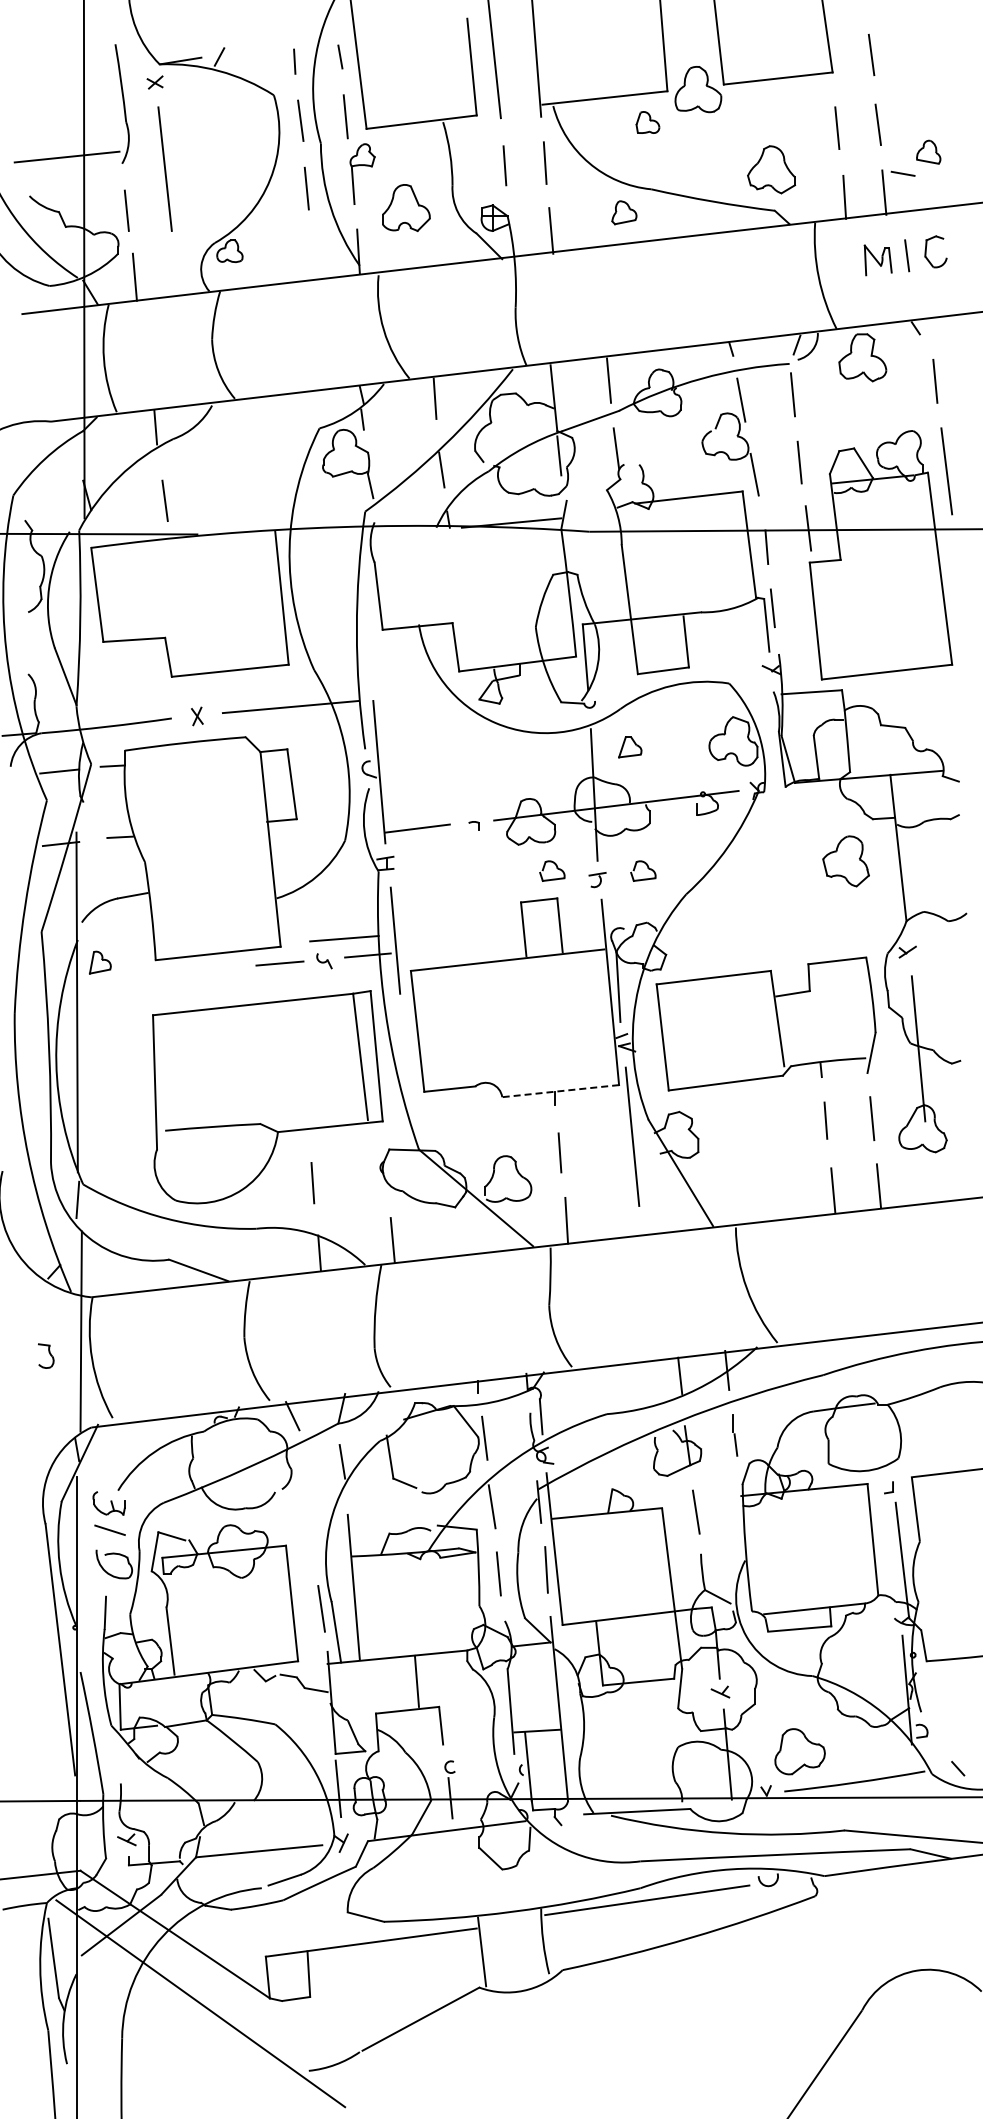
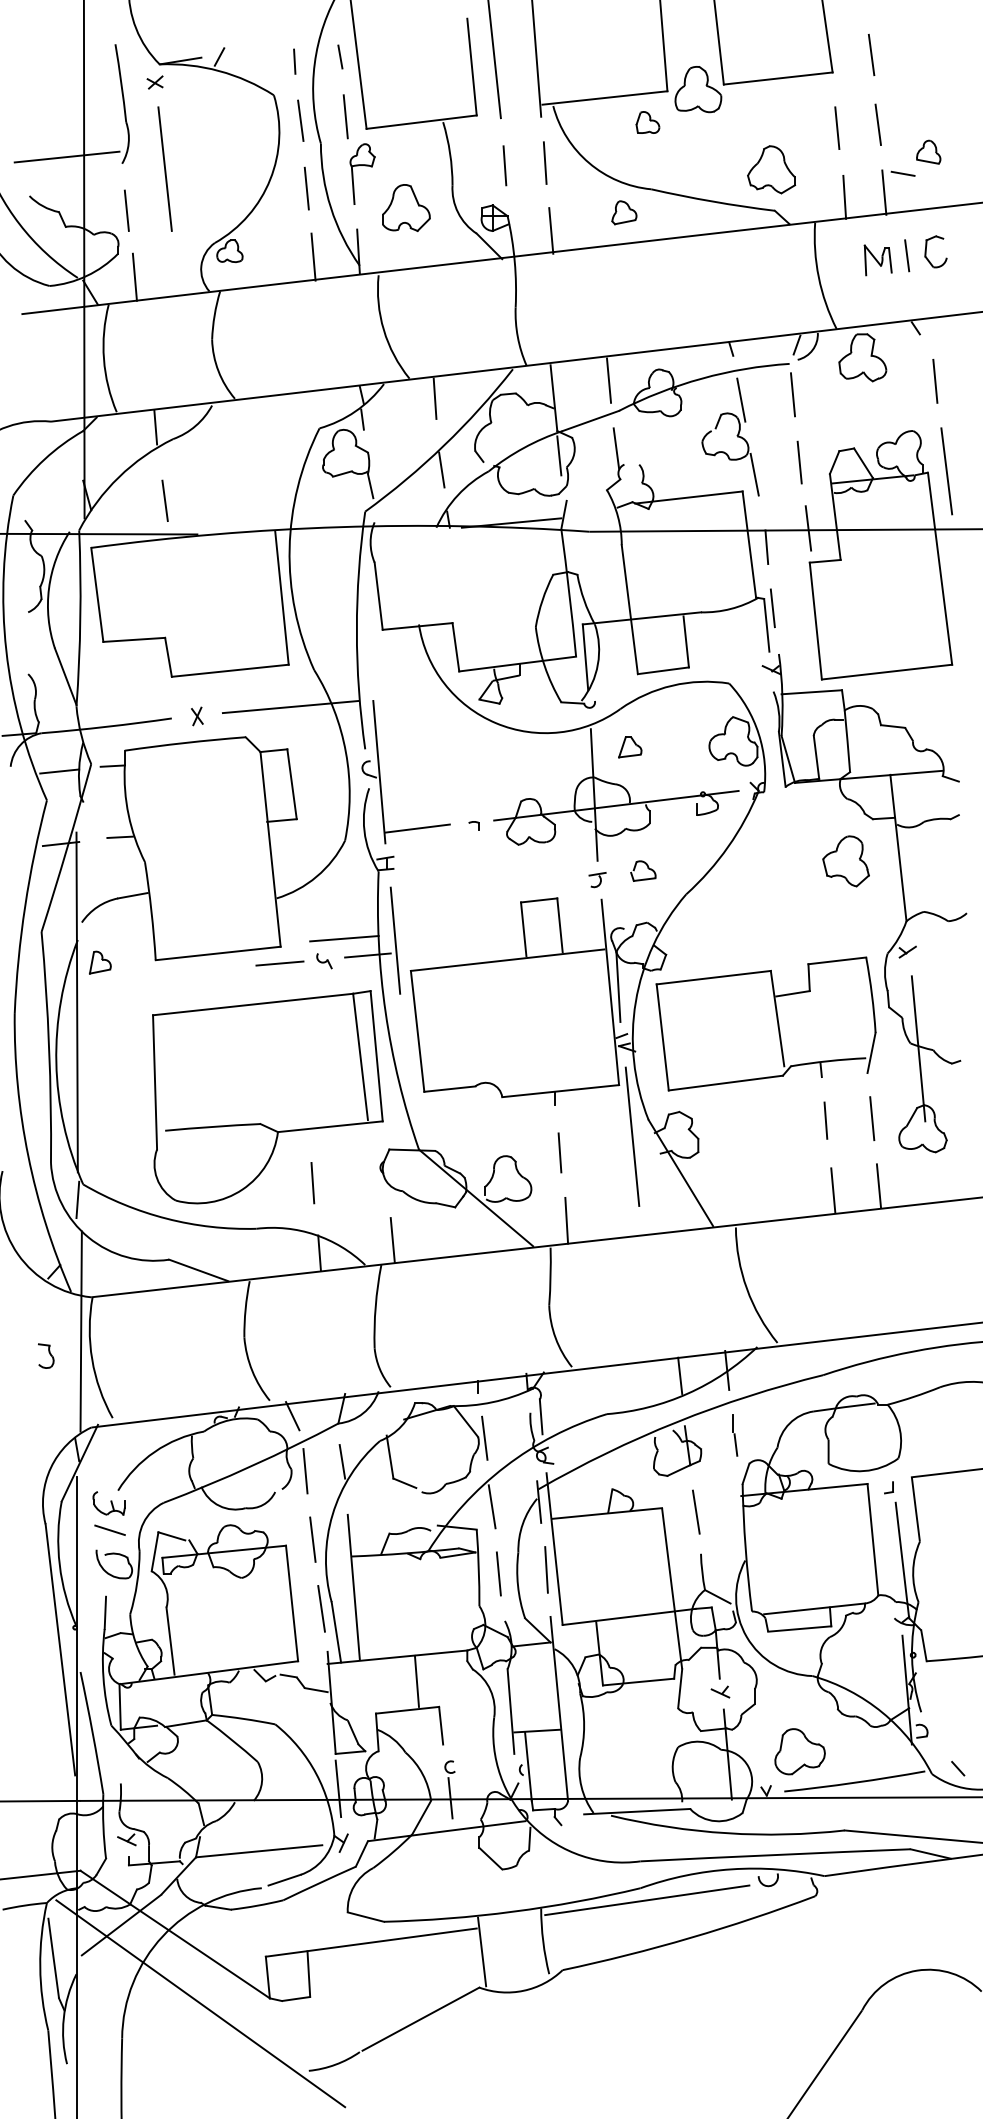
line at (313, 256): none -> present
part at (552, 870): present -> none
line at (560, 1091): dashed -> solid
line at (305, 1471): none -> present
line at (312, 1539): none -> present
